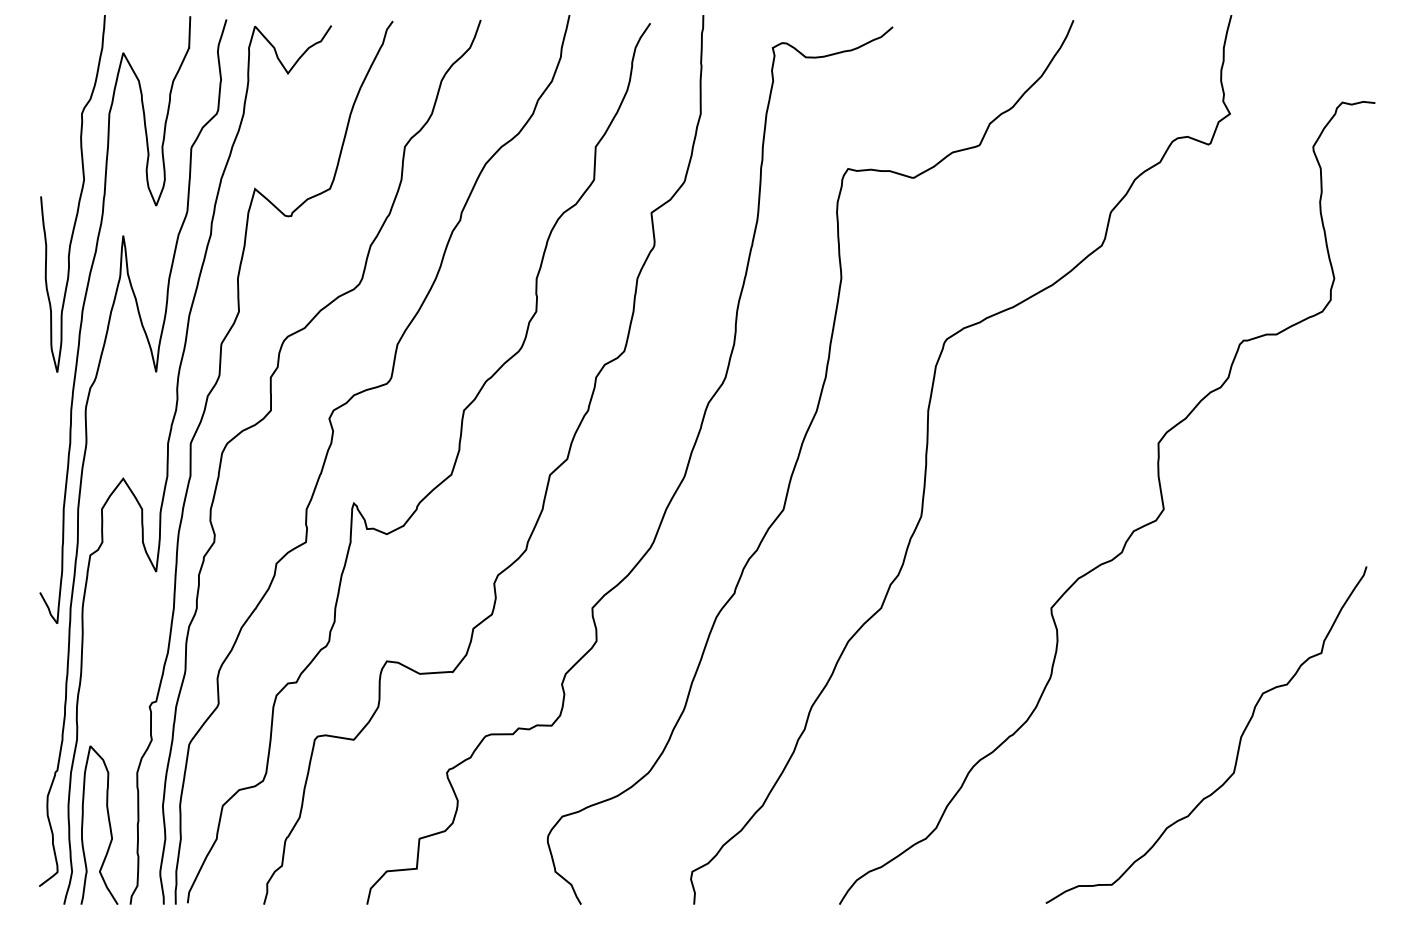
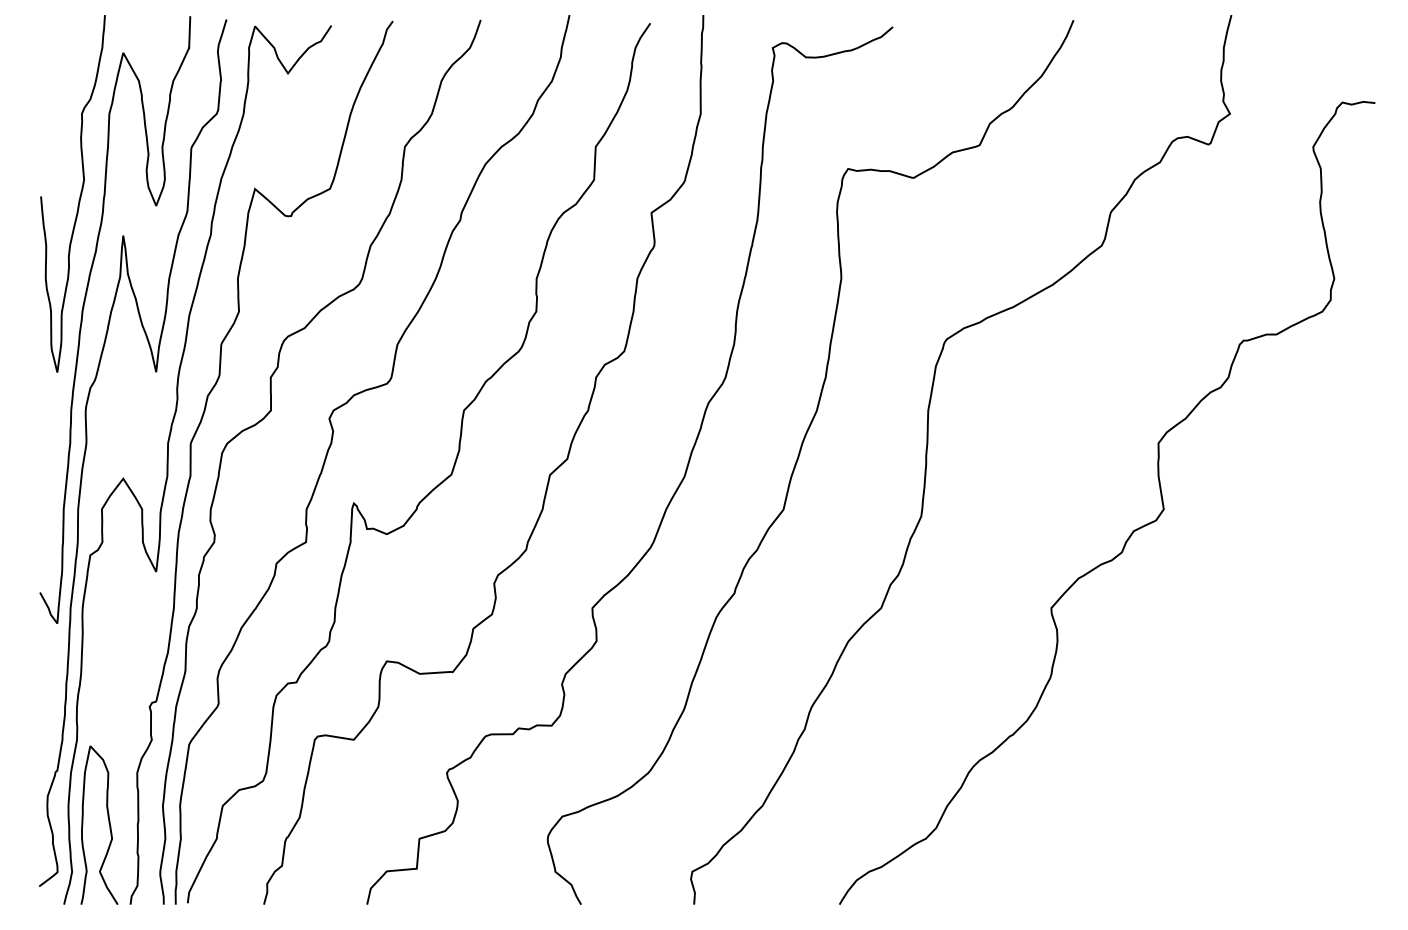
curve at (1239, 739): present -> none
